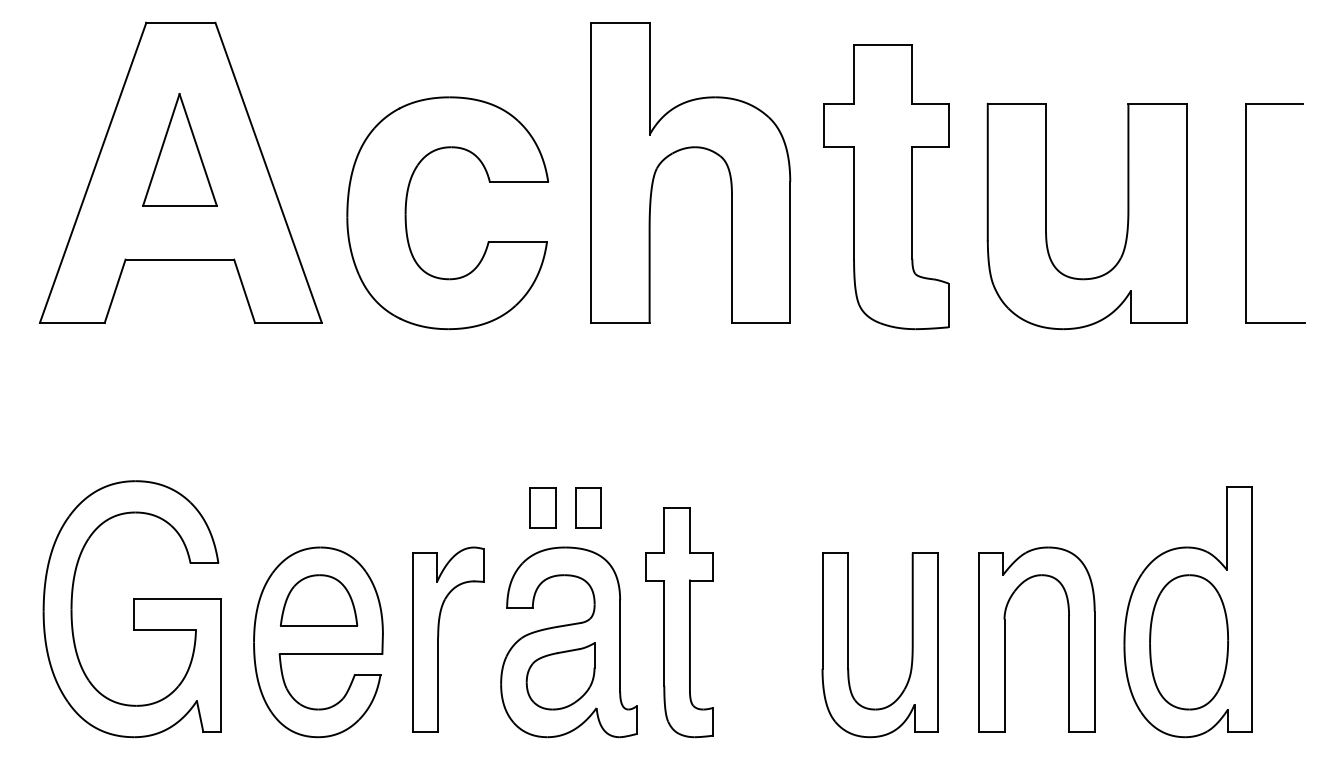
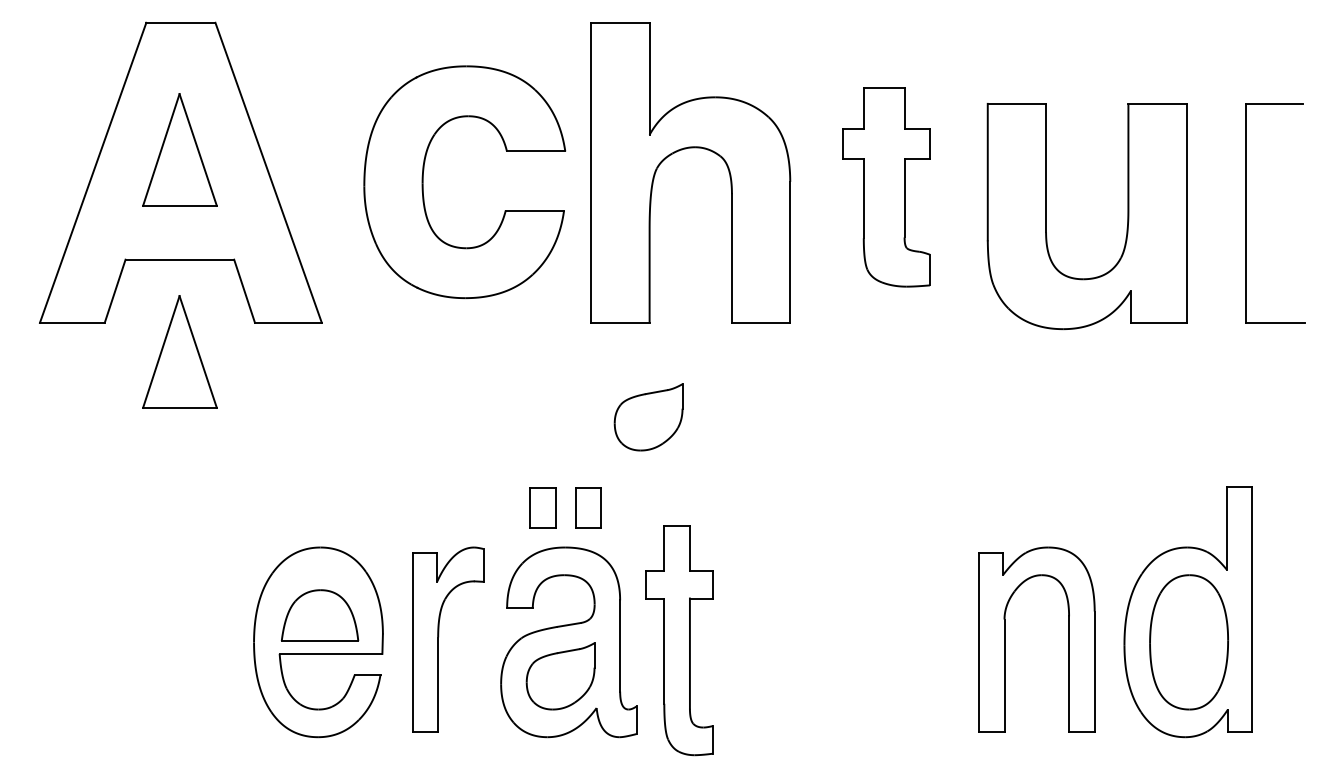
part at (886, 187) size: 127x287 px -> 89x201 px
part at (406, 213) position: (406, 213) -> (423, 182)
part at (179, 351): none -> present
part at (648, 417): none -> present
part at (318, 600) position: (318, 600) -> (319, 615)
part at (131, 609): present -> none
part at (679, 622) position: (679, 622) -> (679, 640)
part at (848, 645): present -> none
